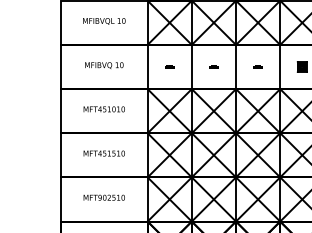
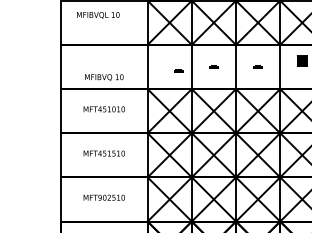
text at (104, 21) position: (104, 21) -> (98, 15)
text at (104, 65) position: (104, 65) -> (104, 77)
part at (169, 66) position: (169, 66) -> (178, 70)
part at (301, 66) position: (301, 66) -> (301, 60)
